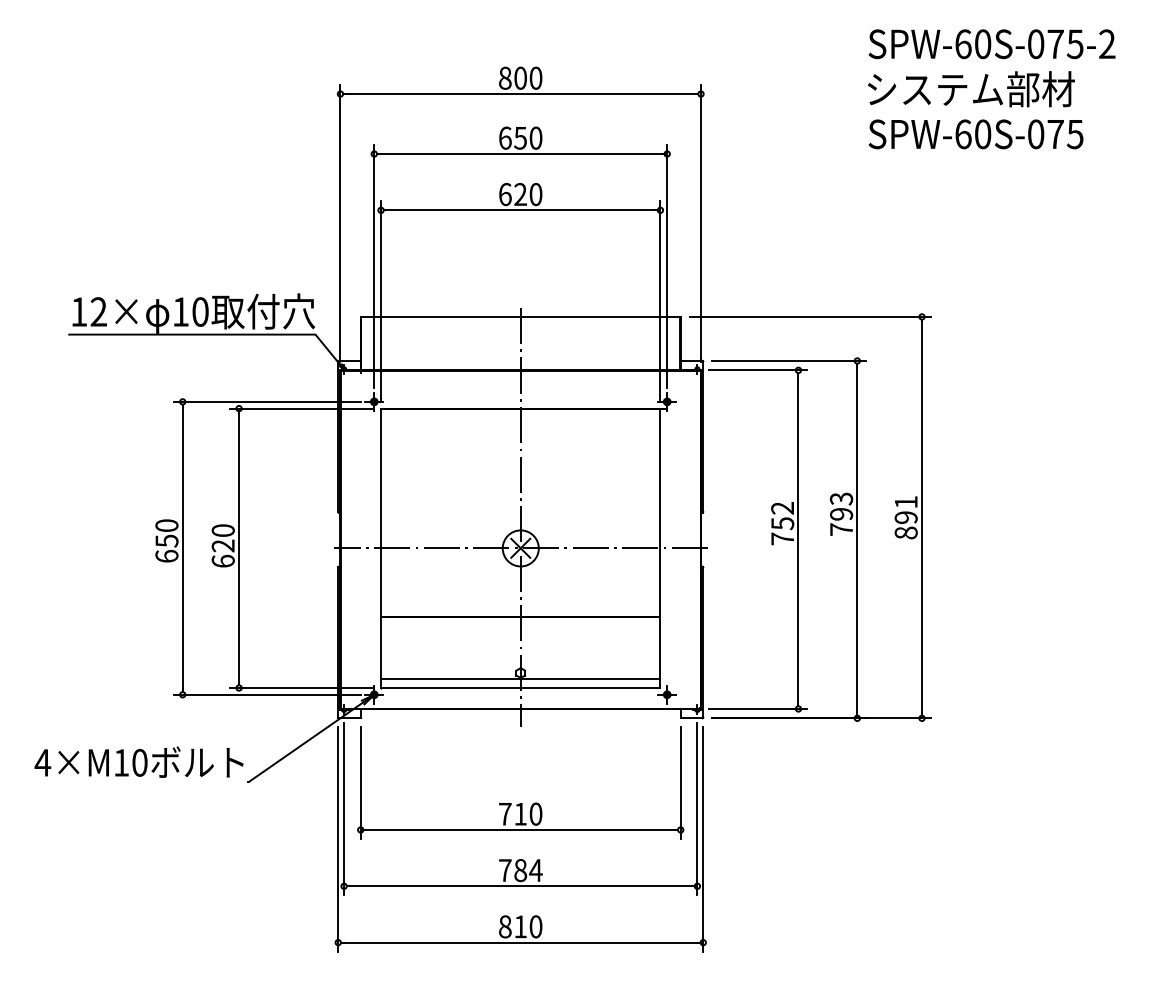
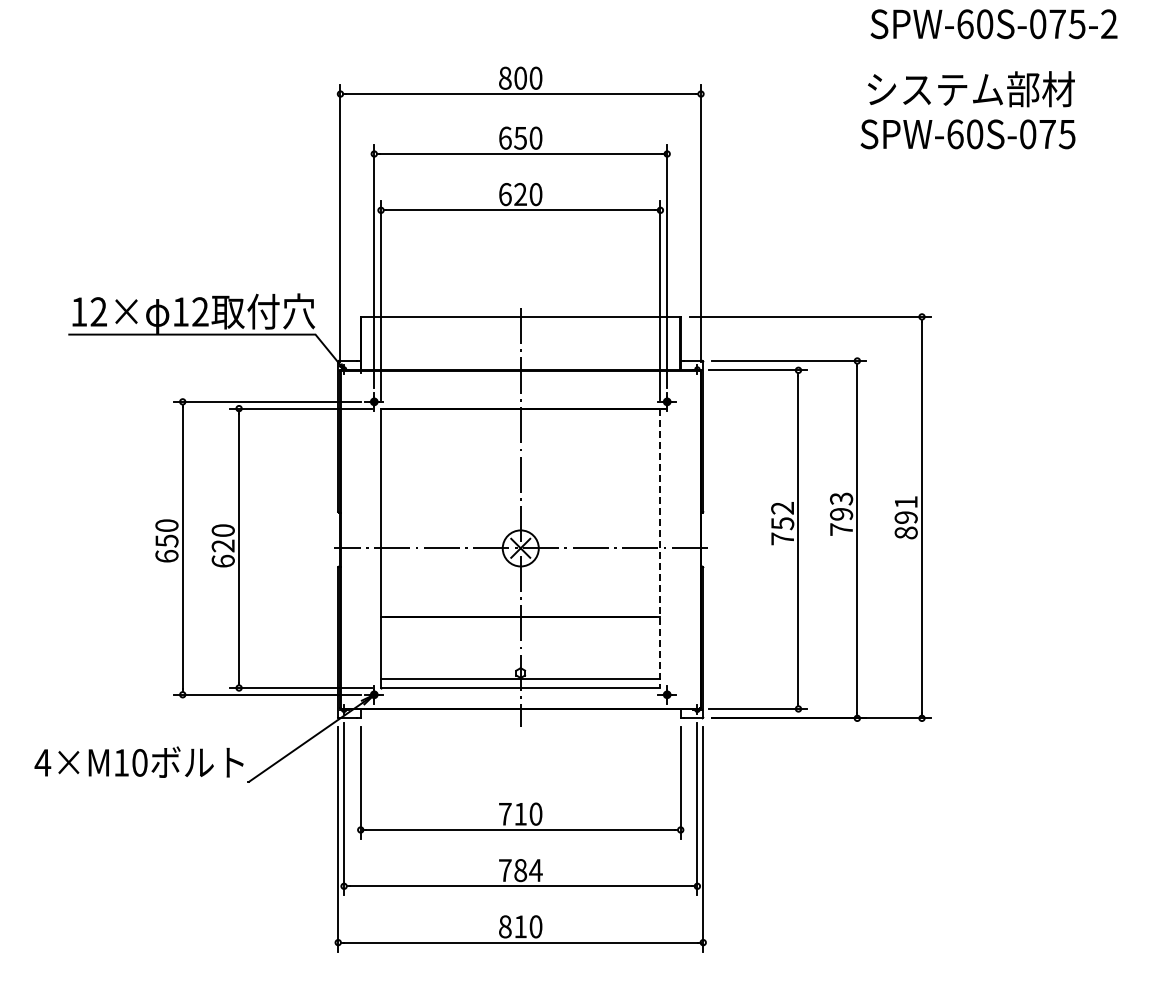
text at (991, 44) position: (991, 44) -> (993, 24)
text at (975, 134) position: (975, 134) -> (967, 134)
text at (200, 311): 10 -> 12
line at (660, 548): solid -> dashed
